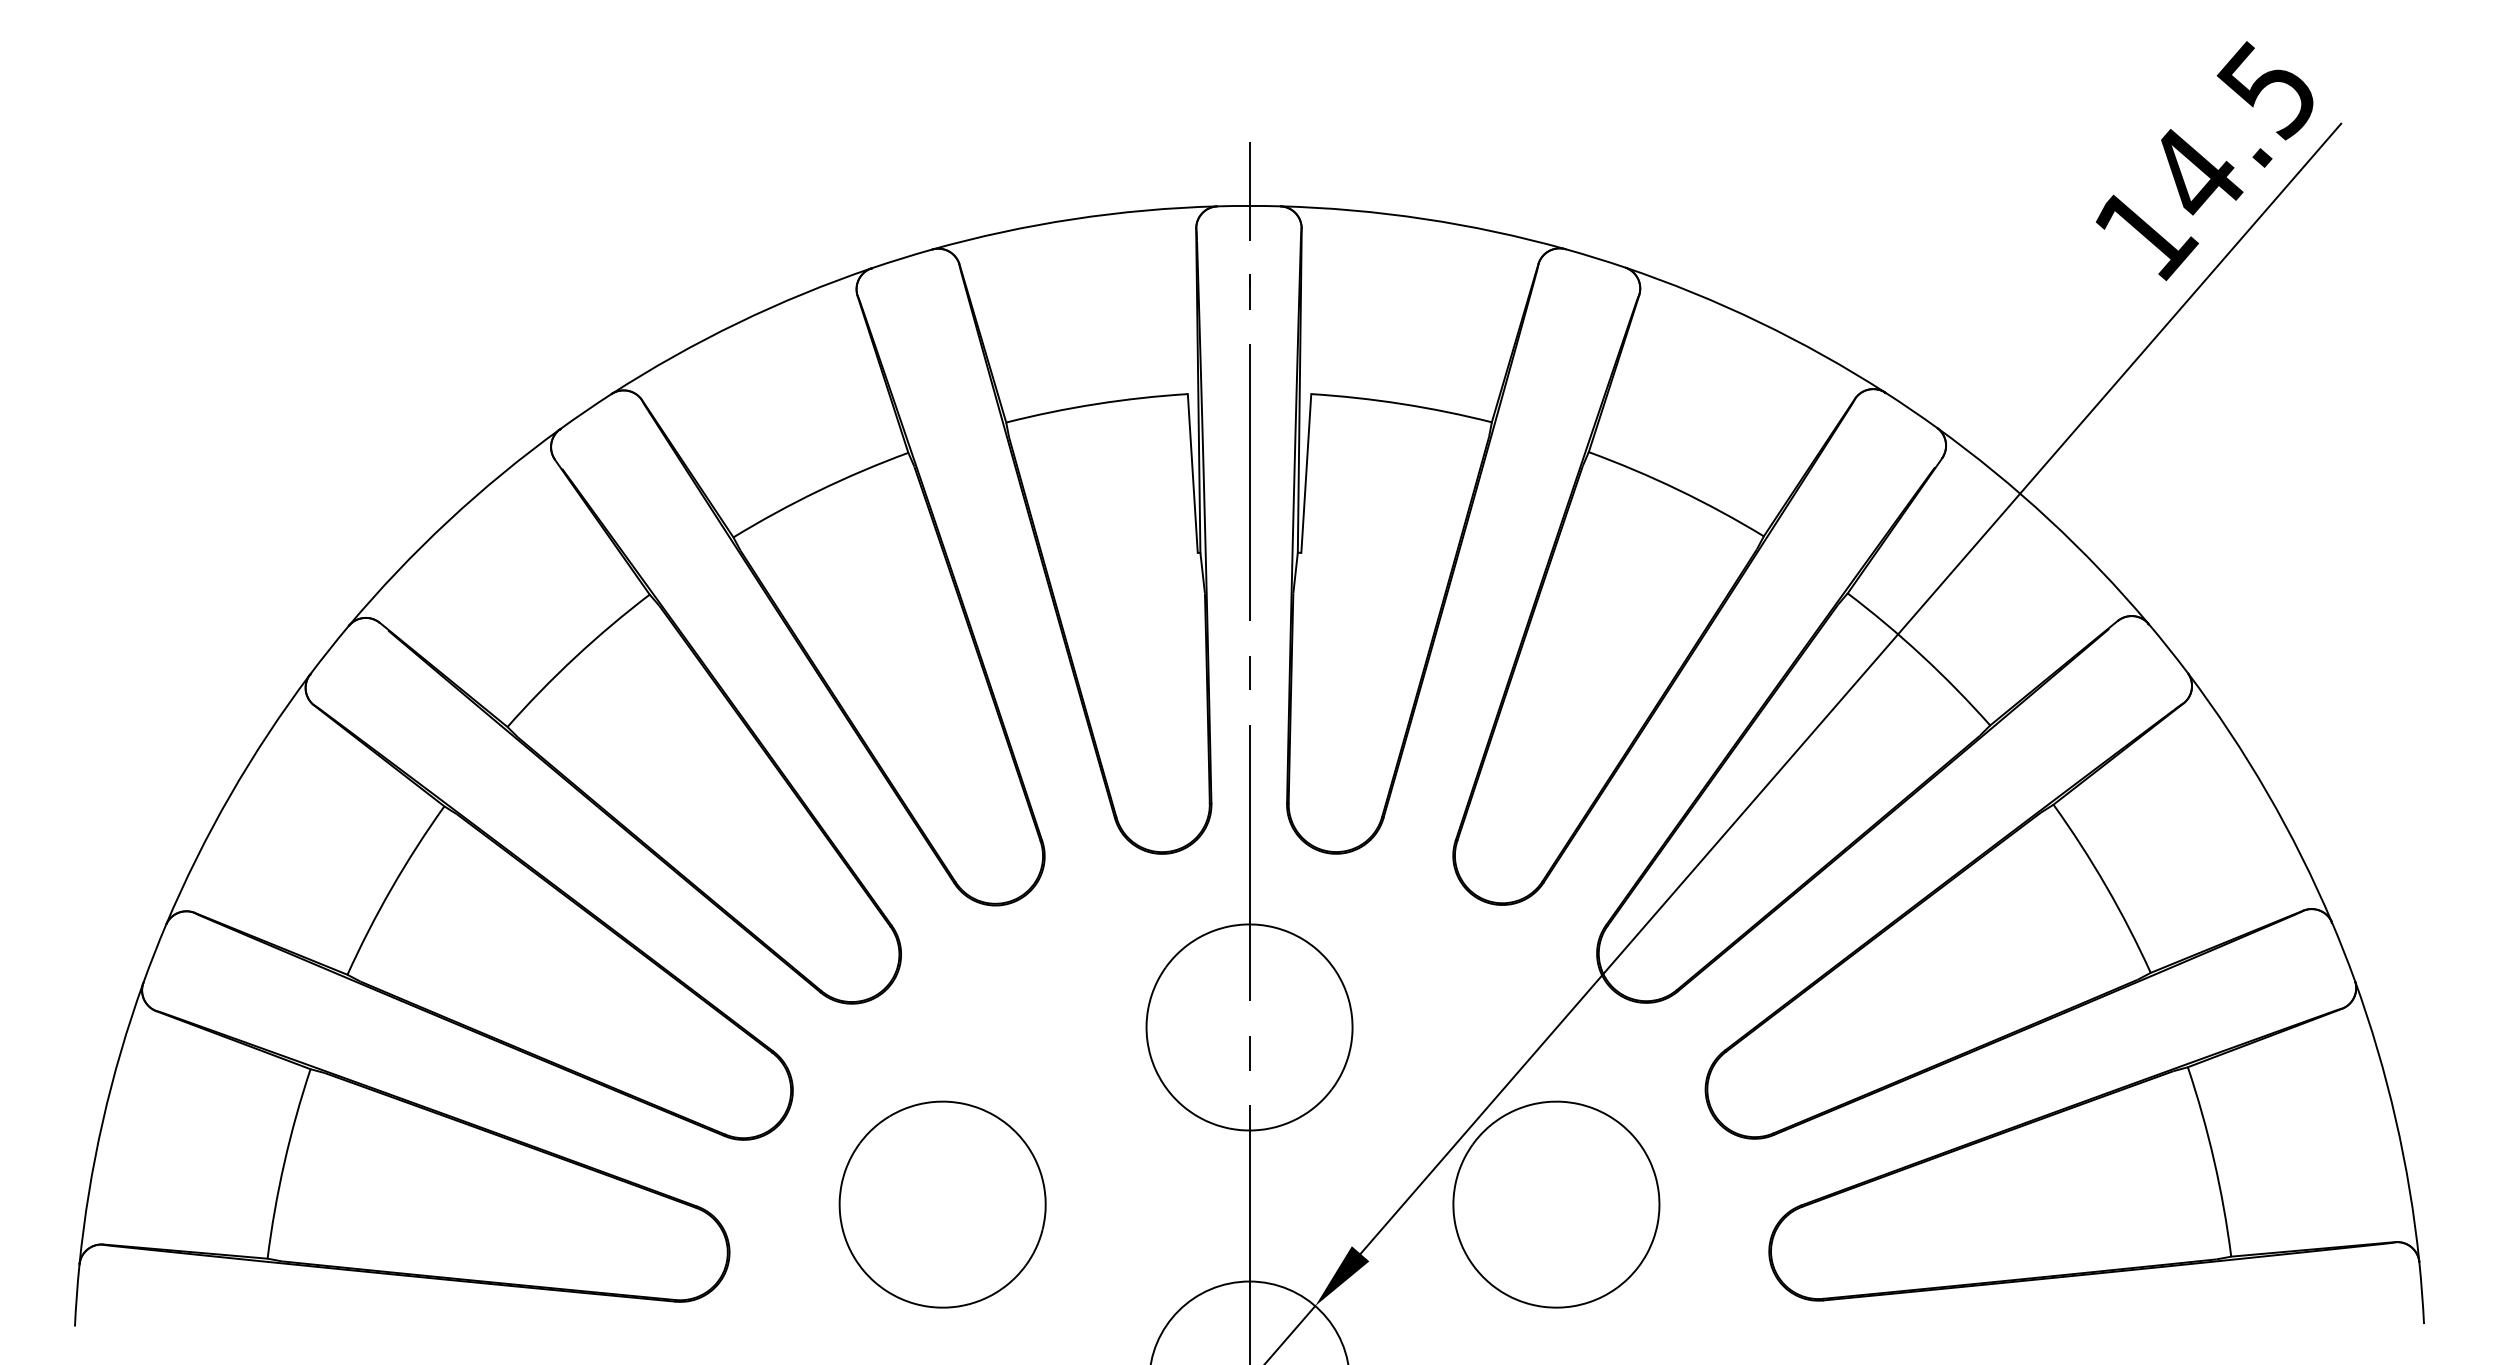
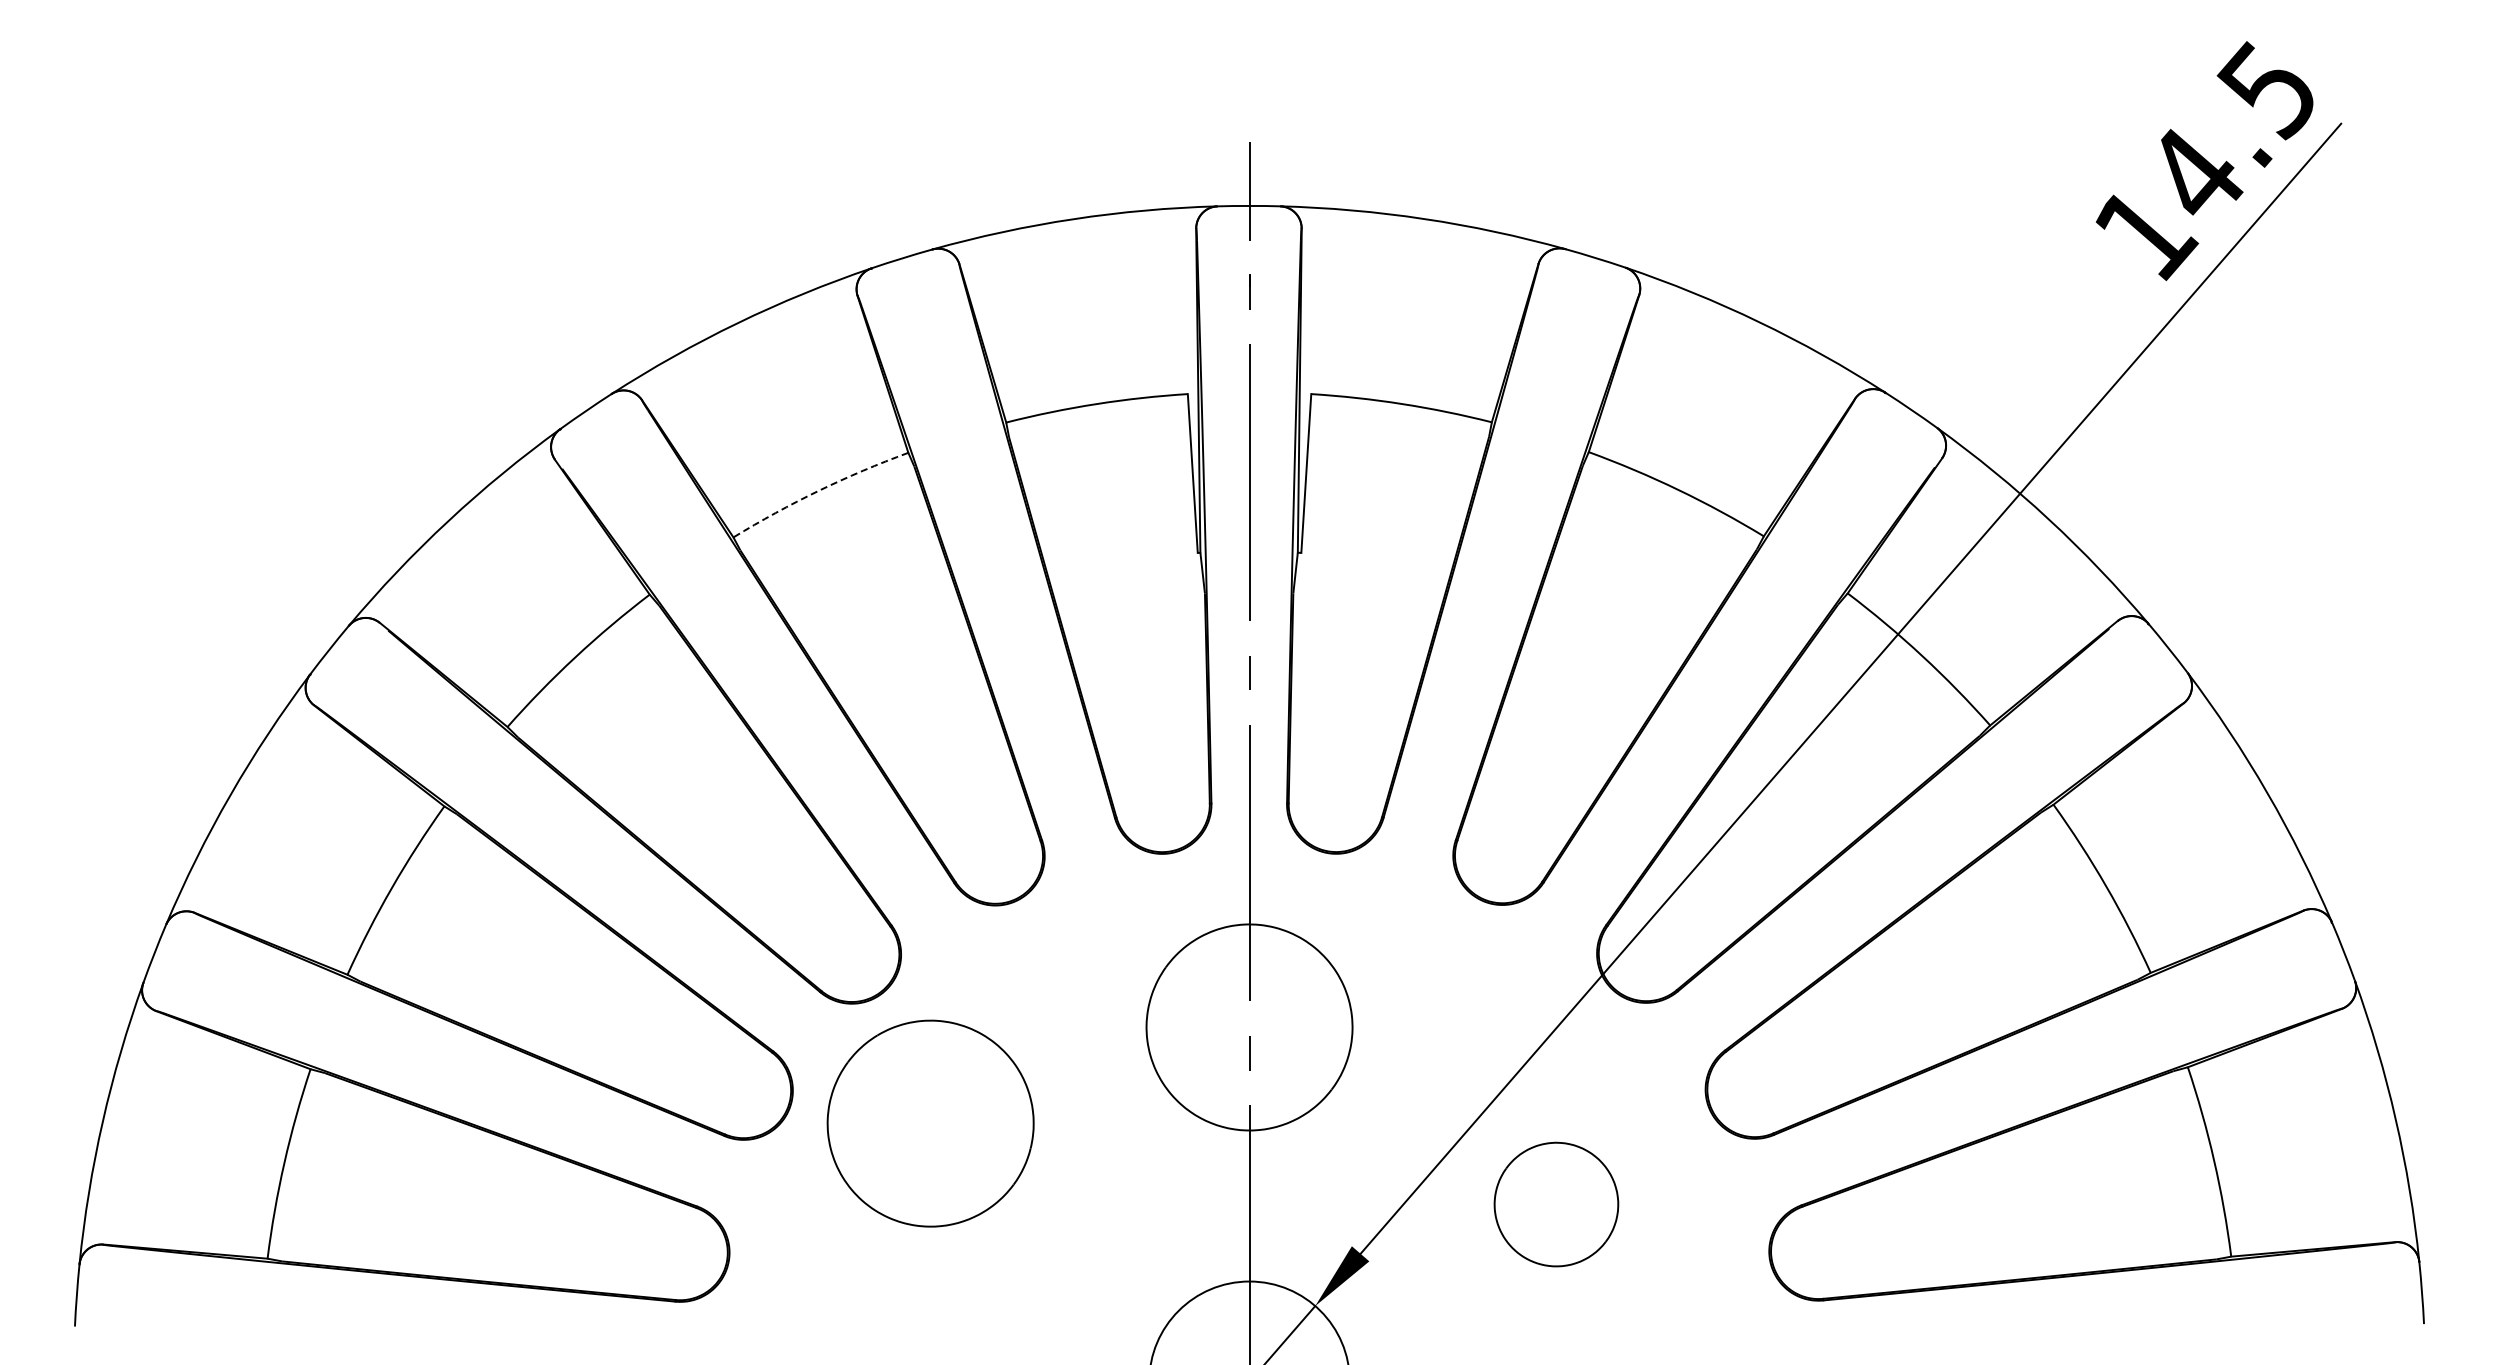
arc at (818, 490): solid -> dashed
part at (942, 1204) position: (942, 1204) -> (930, 1123)
part at (1556, 1204) size: 209x209 px -> 127x127 px
